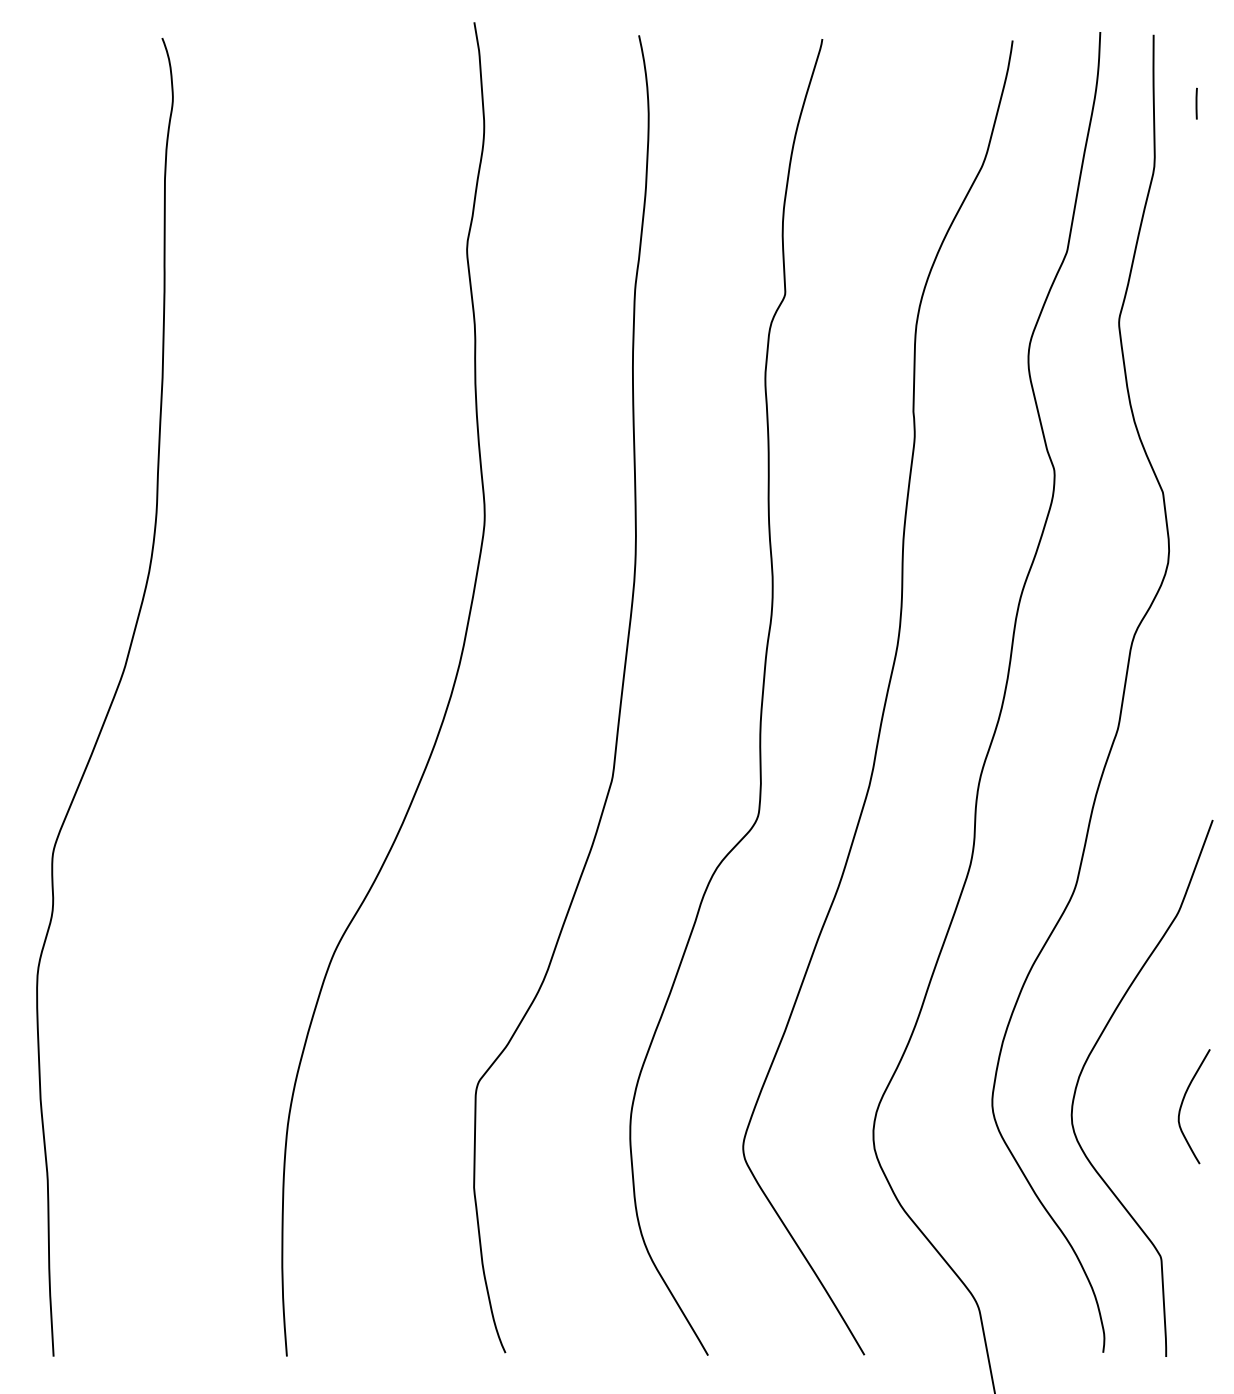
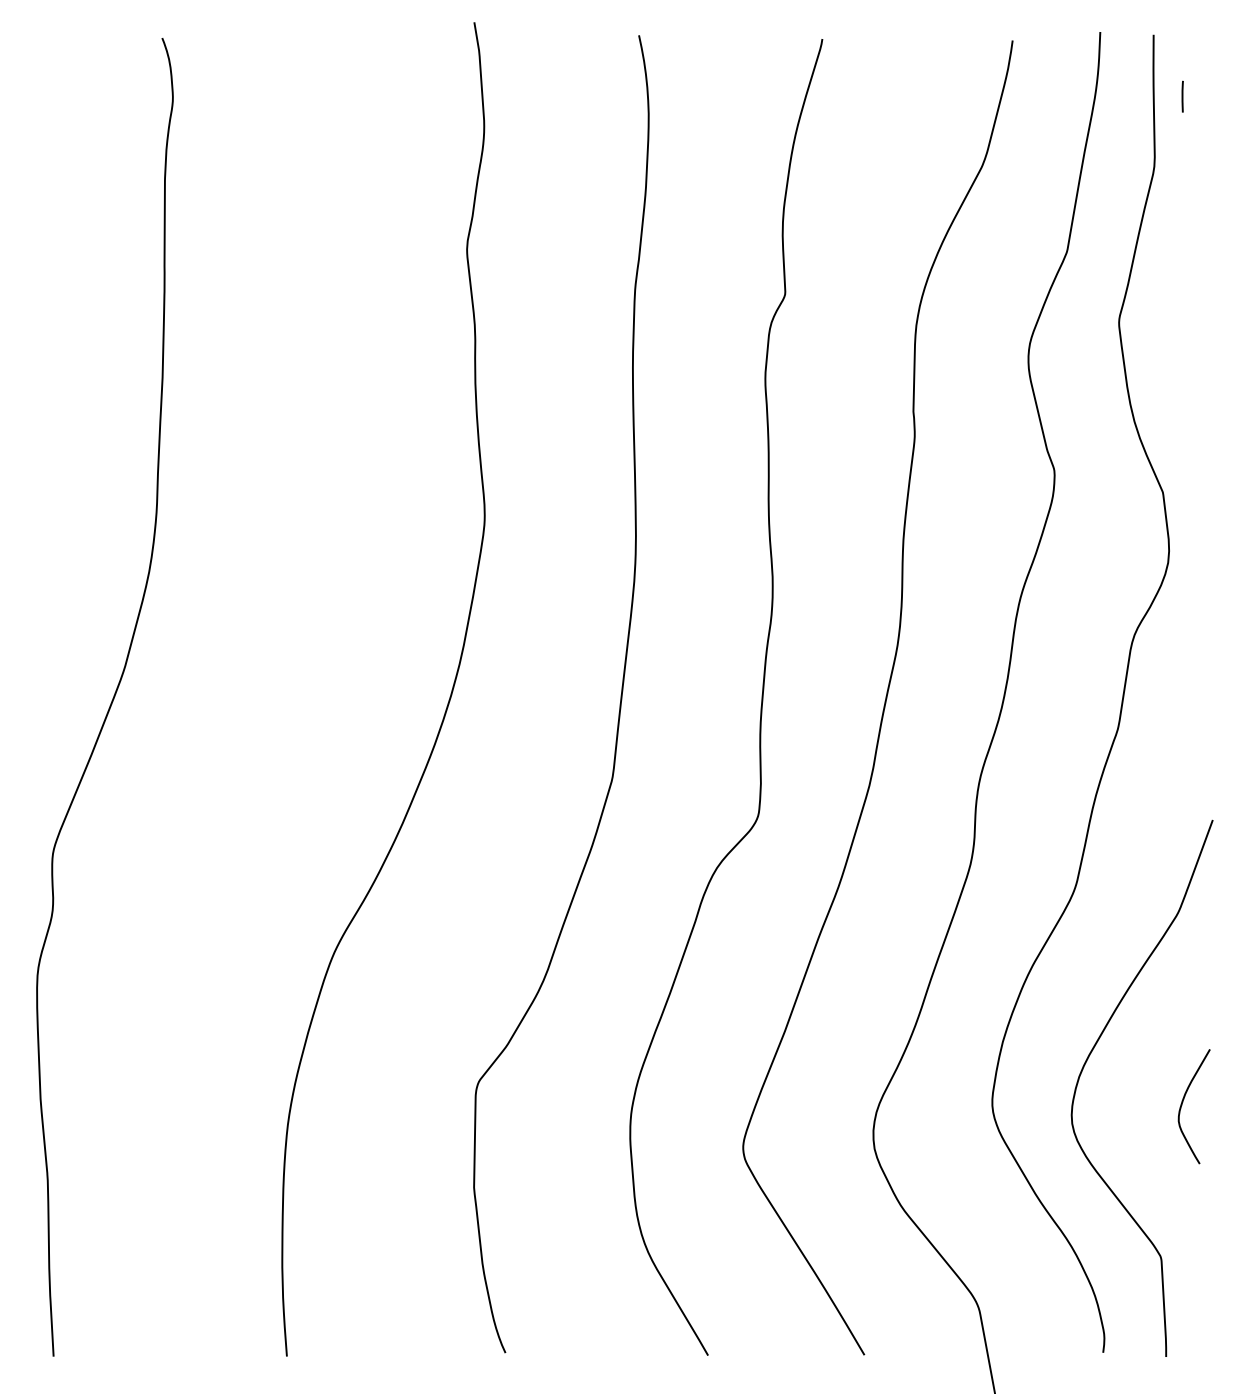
line at (1196, 103) position: (1196, 103) -> (1182, 96)
